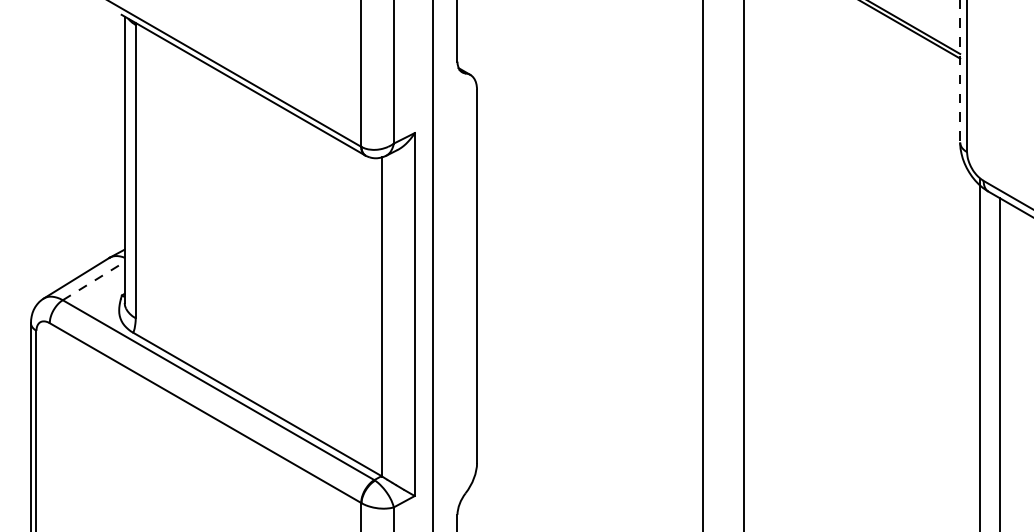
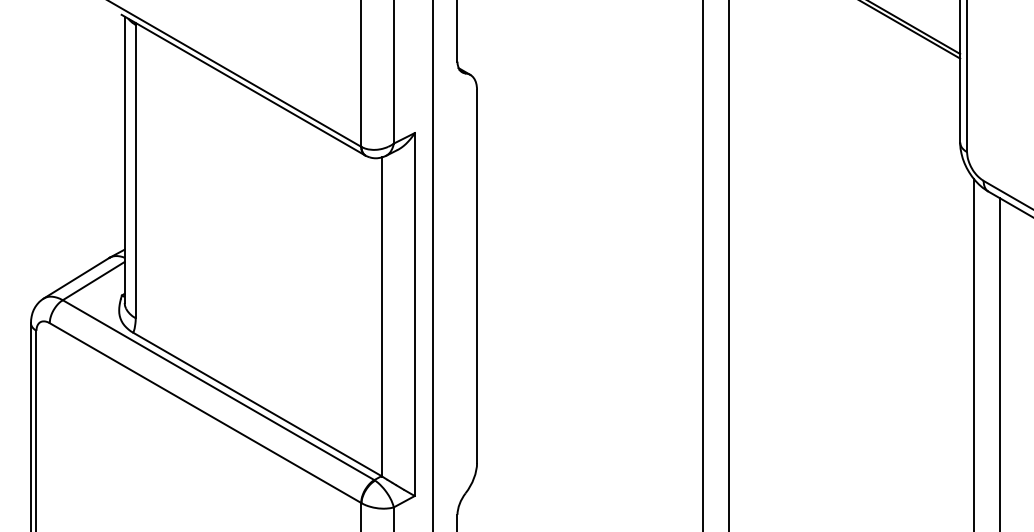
line at (960, 71): dashed -> solid
line at (744, 265) position: (744, 265) -> (729, 265)
line at (94, 280): dashed -> solid
line at (979, 353) position: (979, 353) -> (973, 353)
